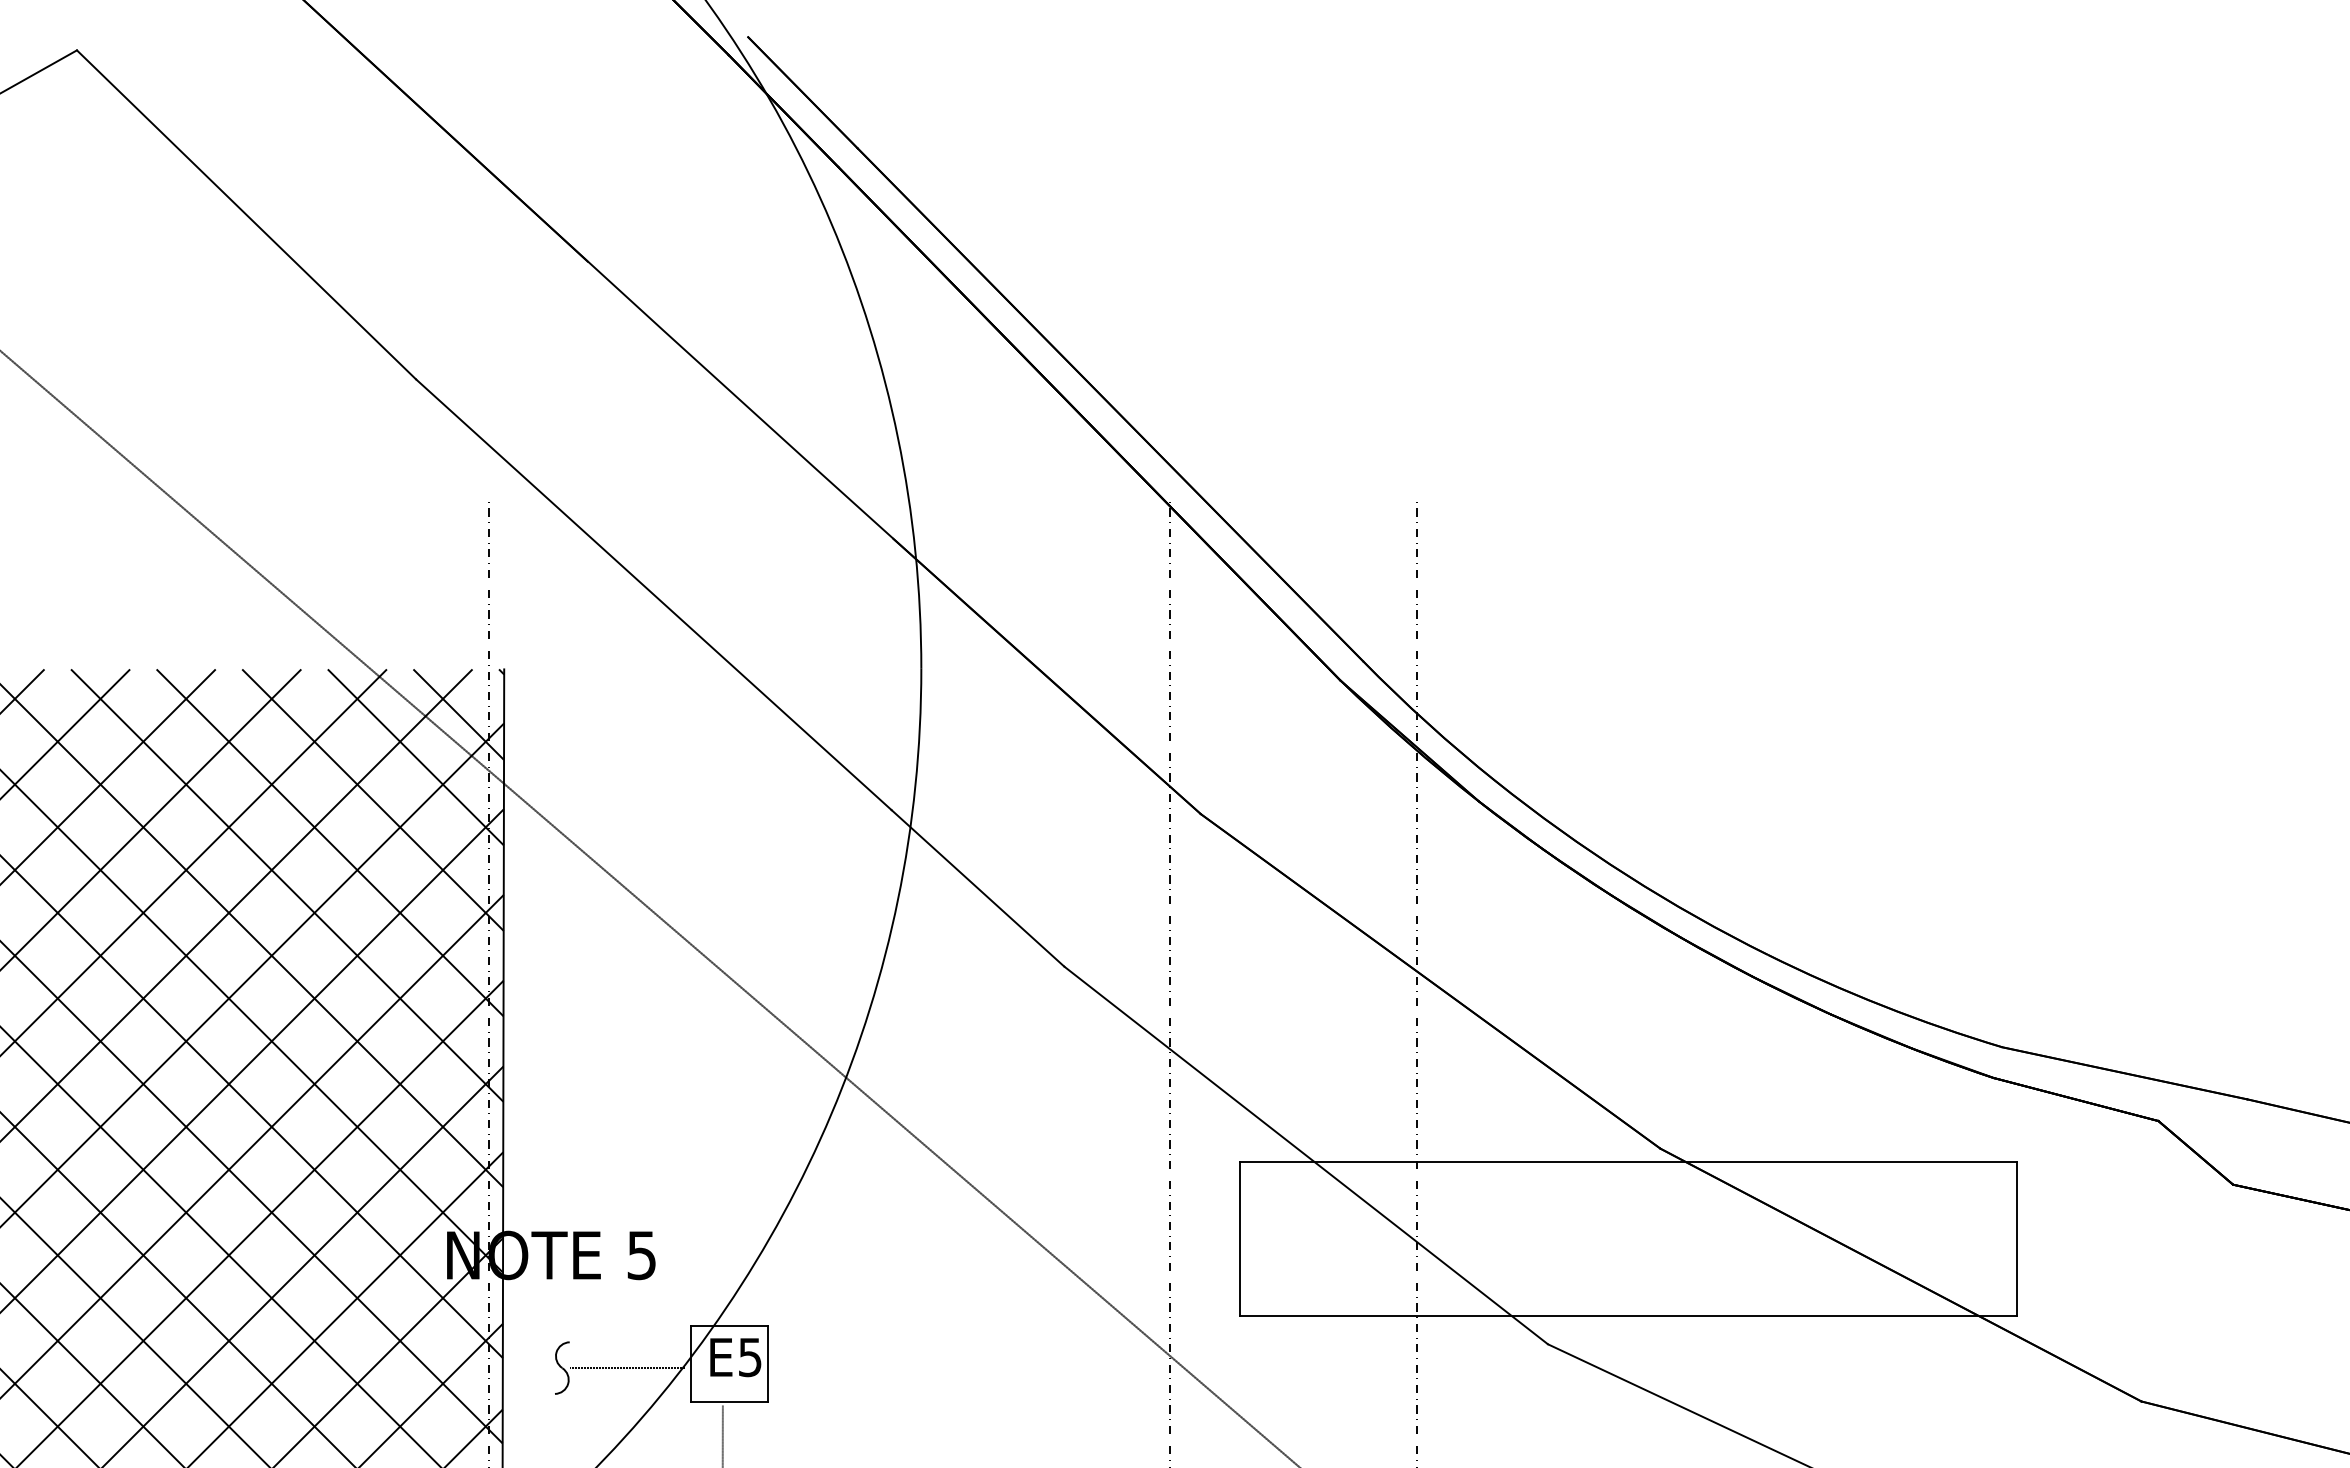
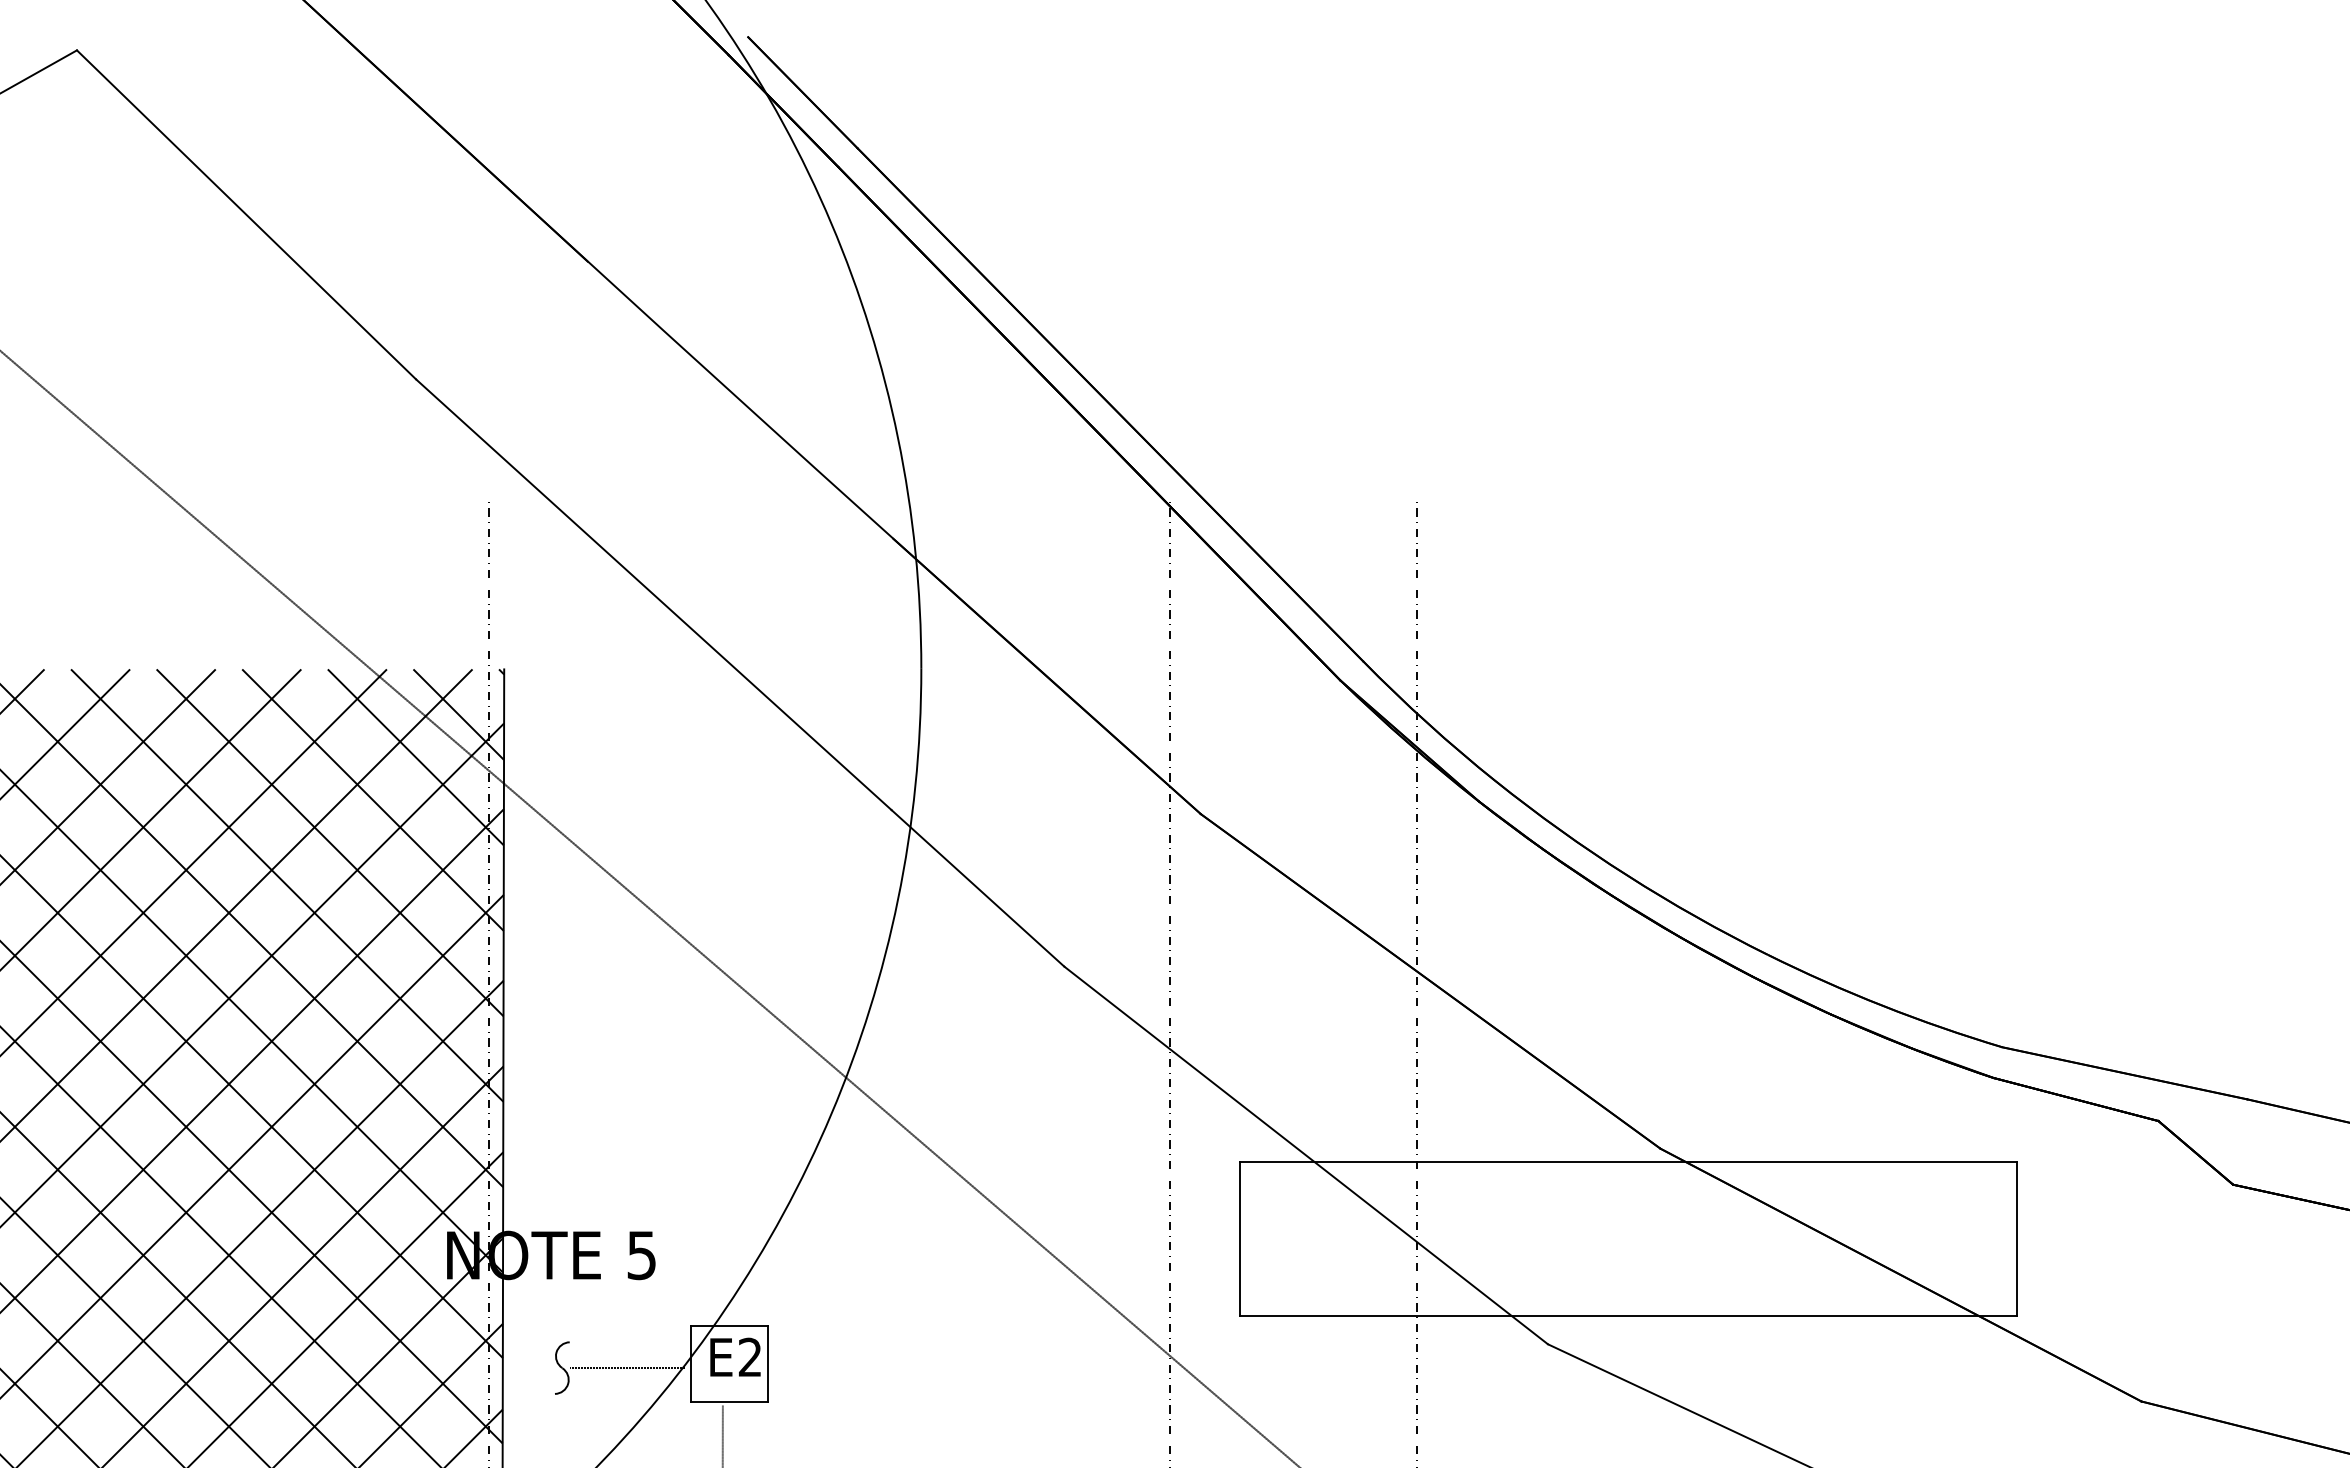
text at (749, 1357): E5 -> E2
